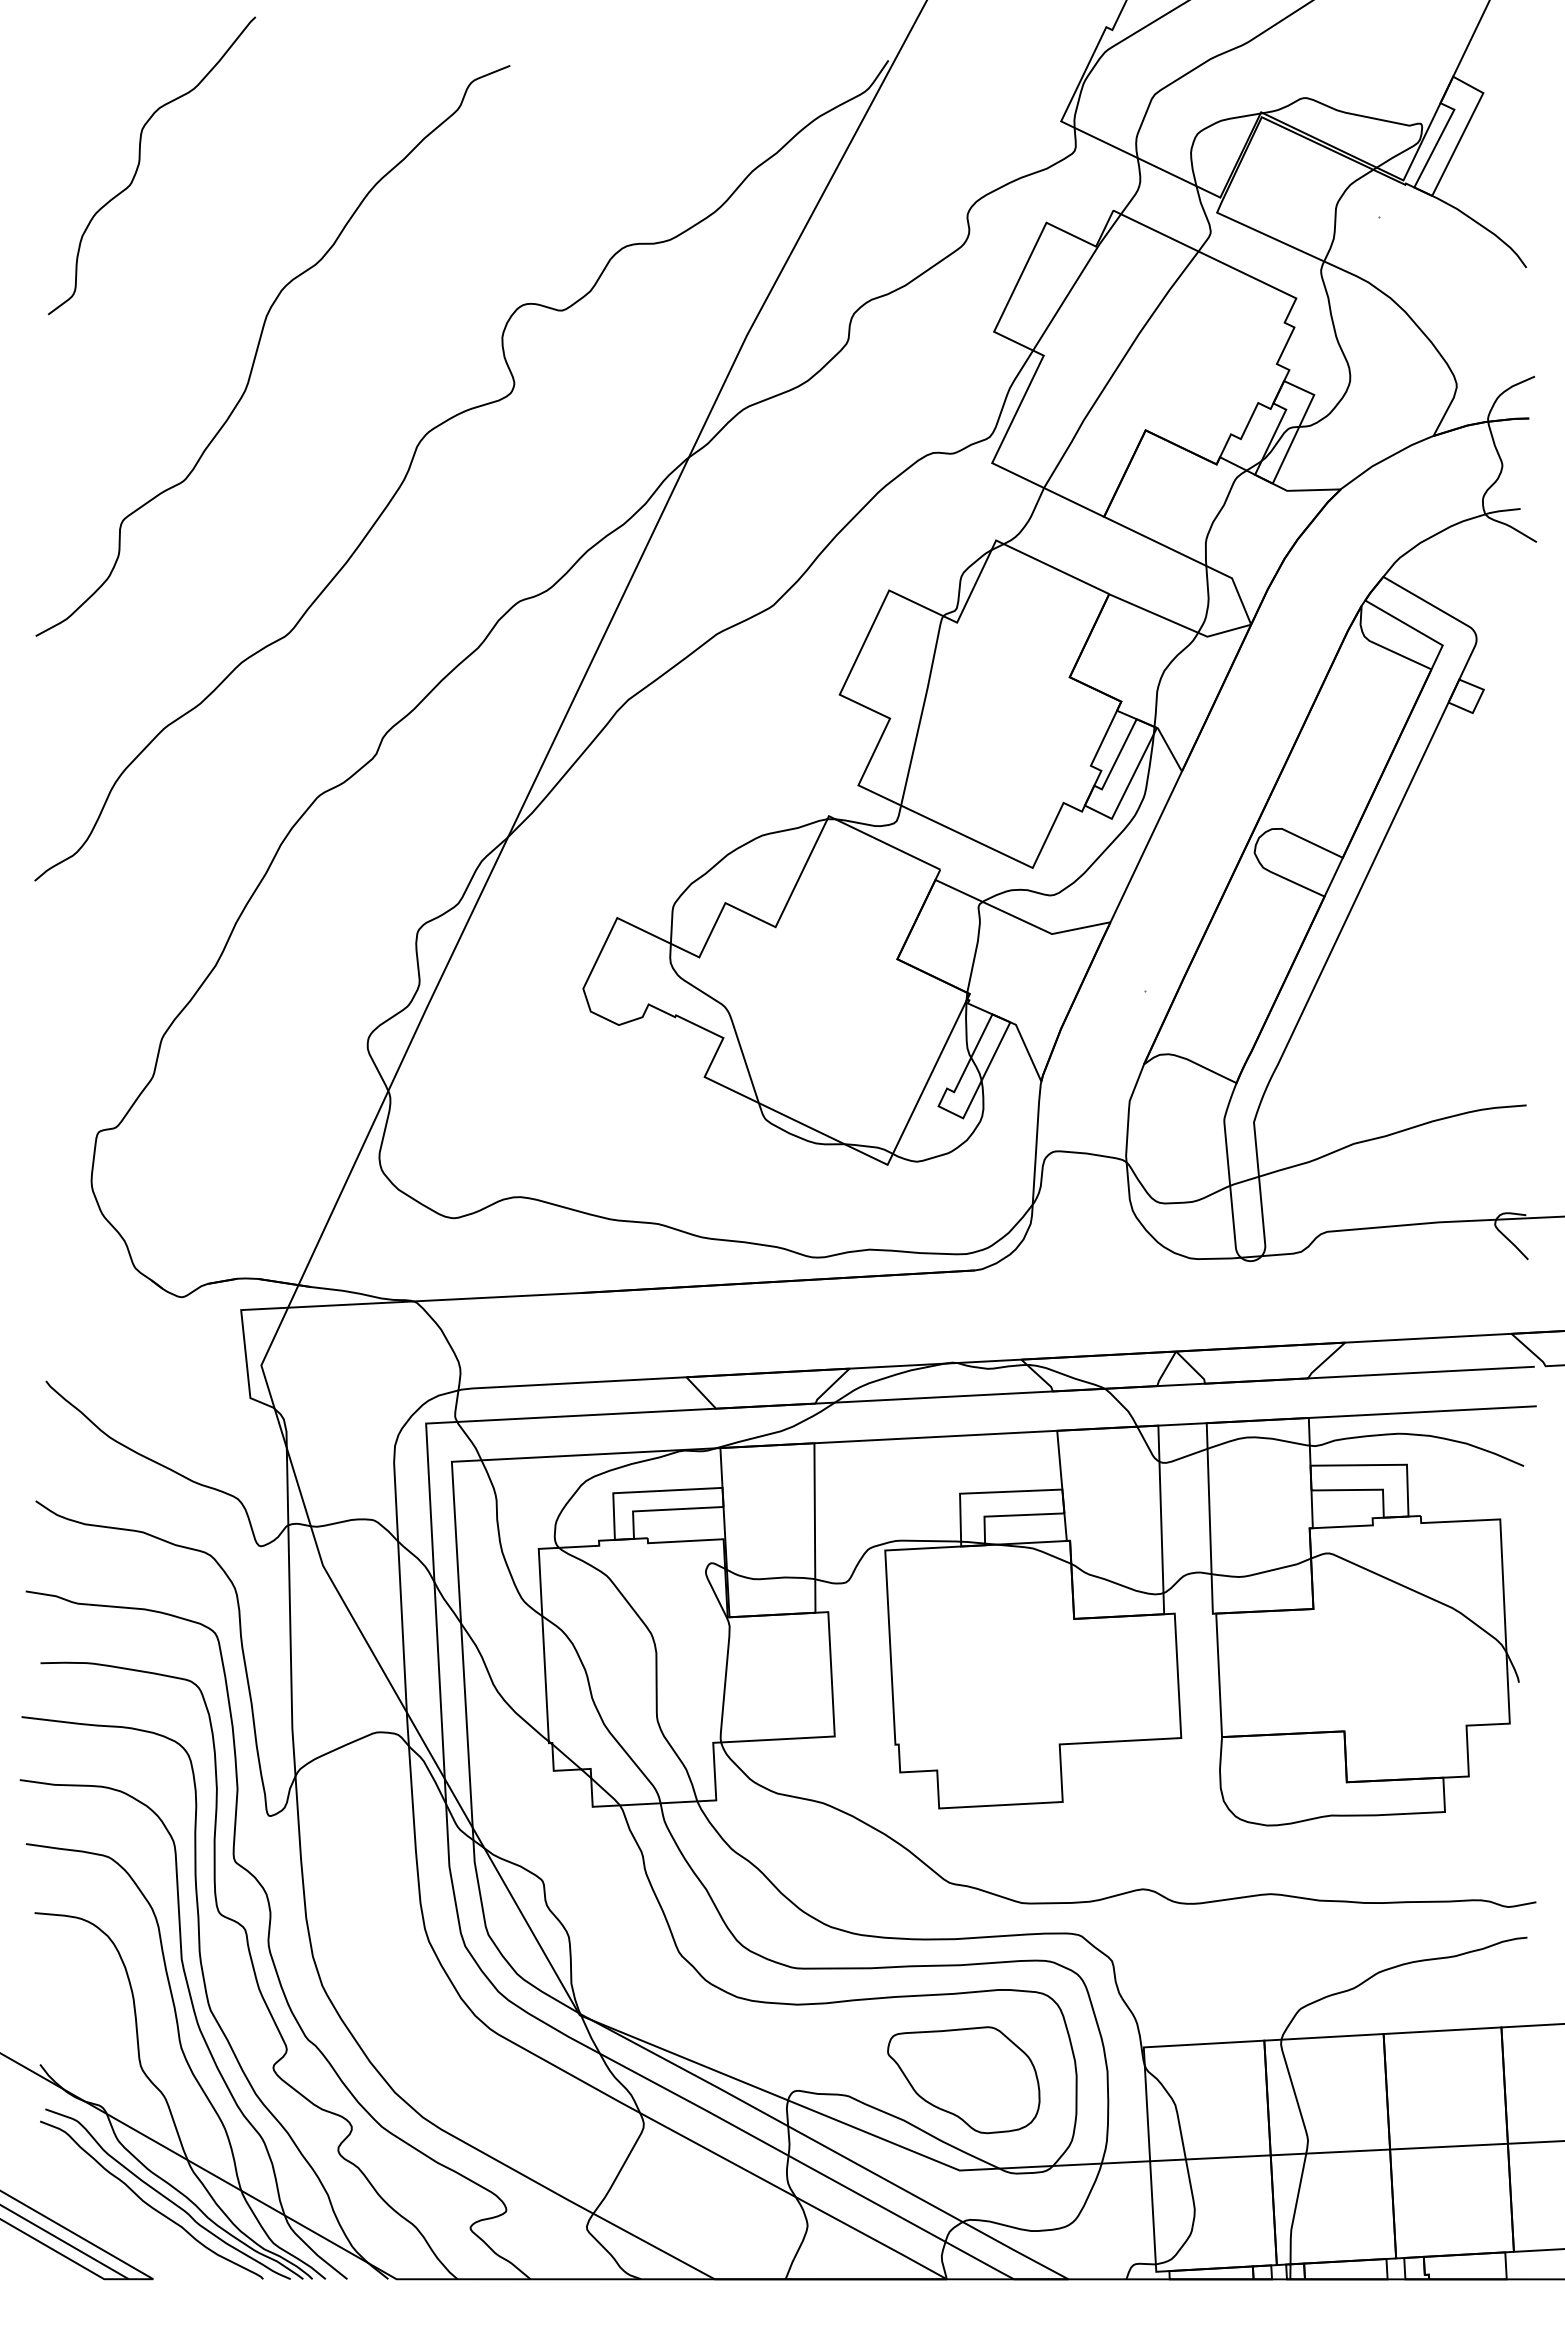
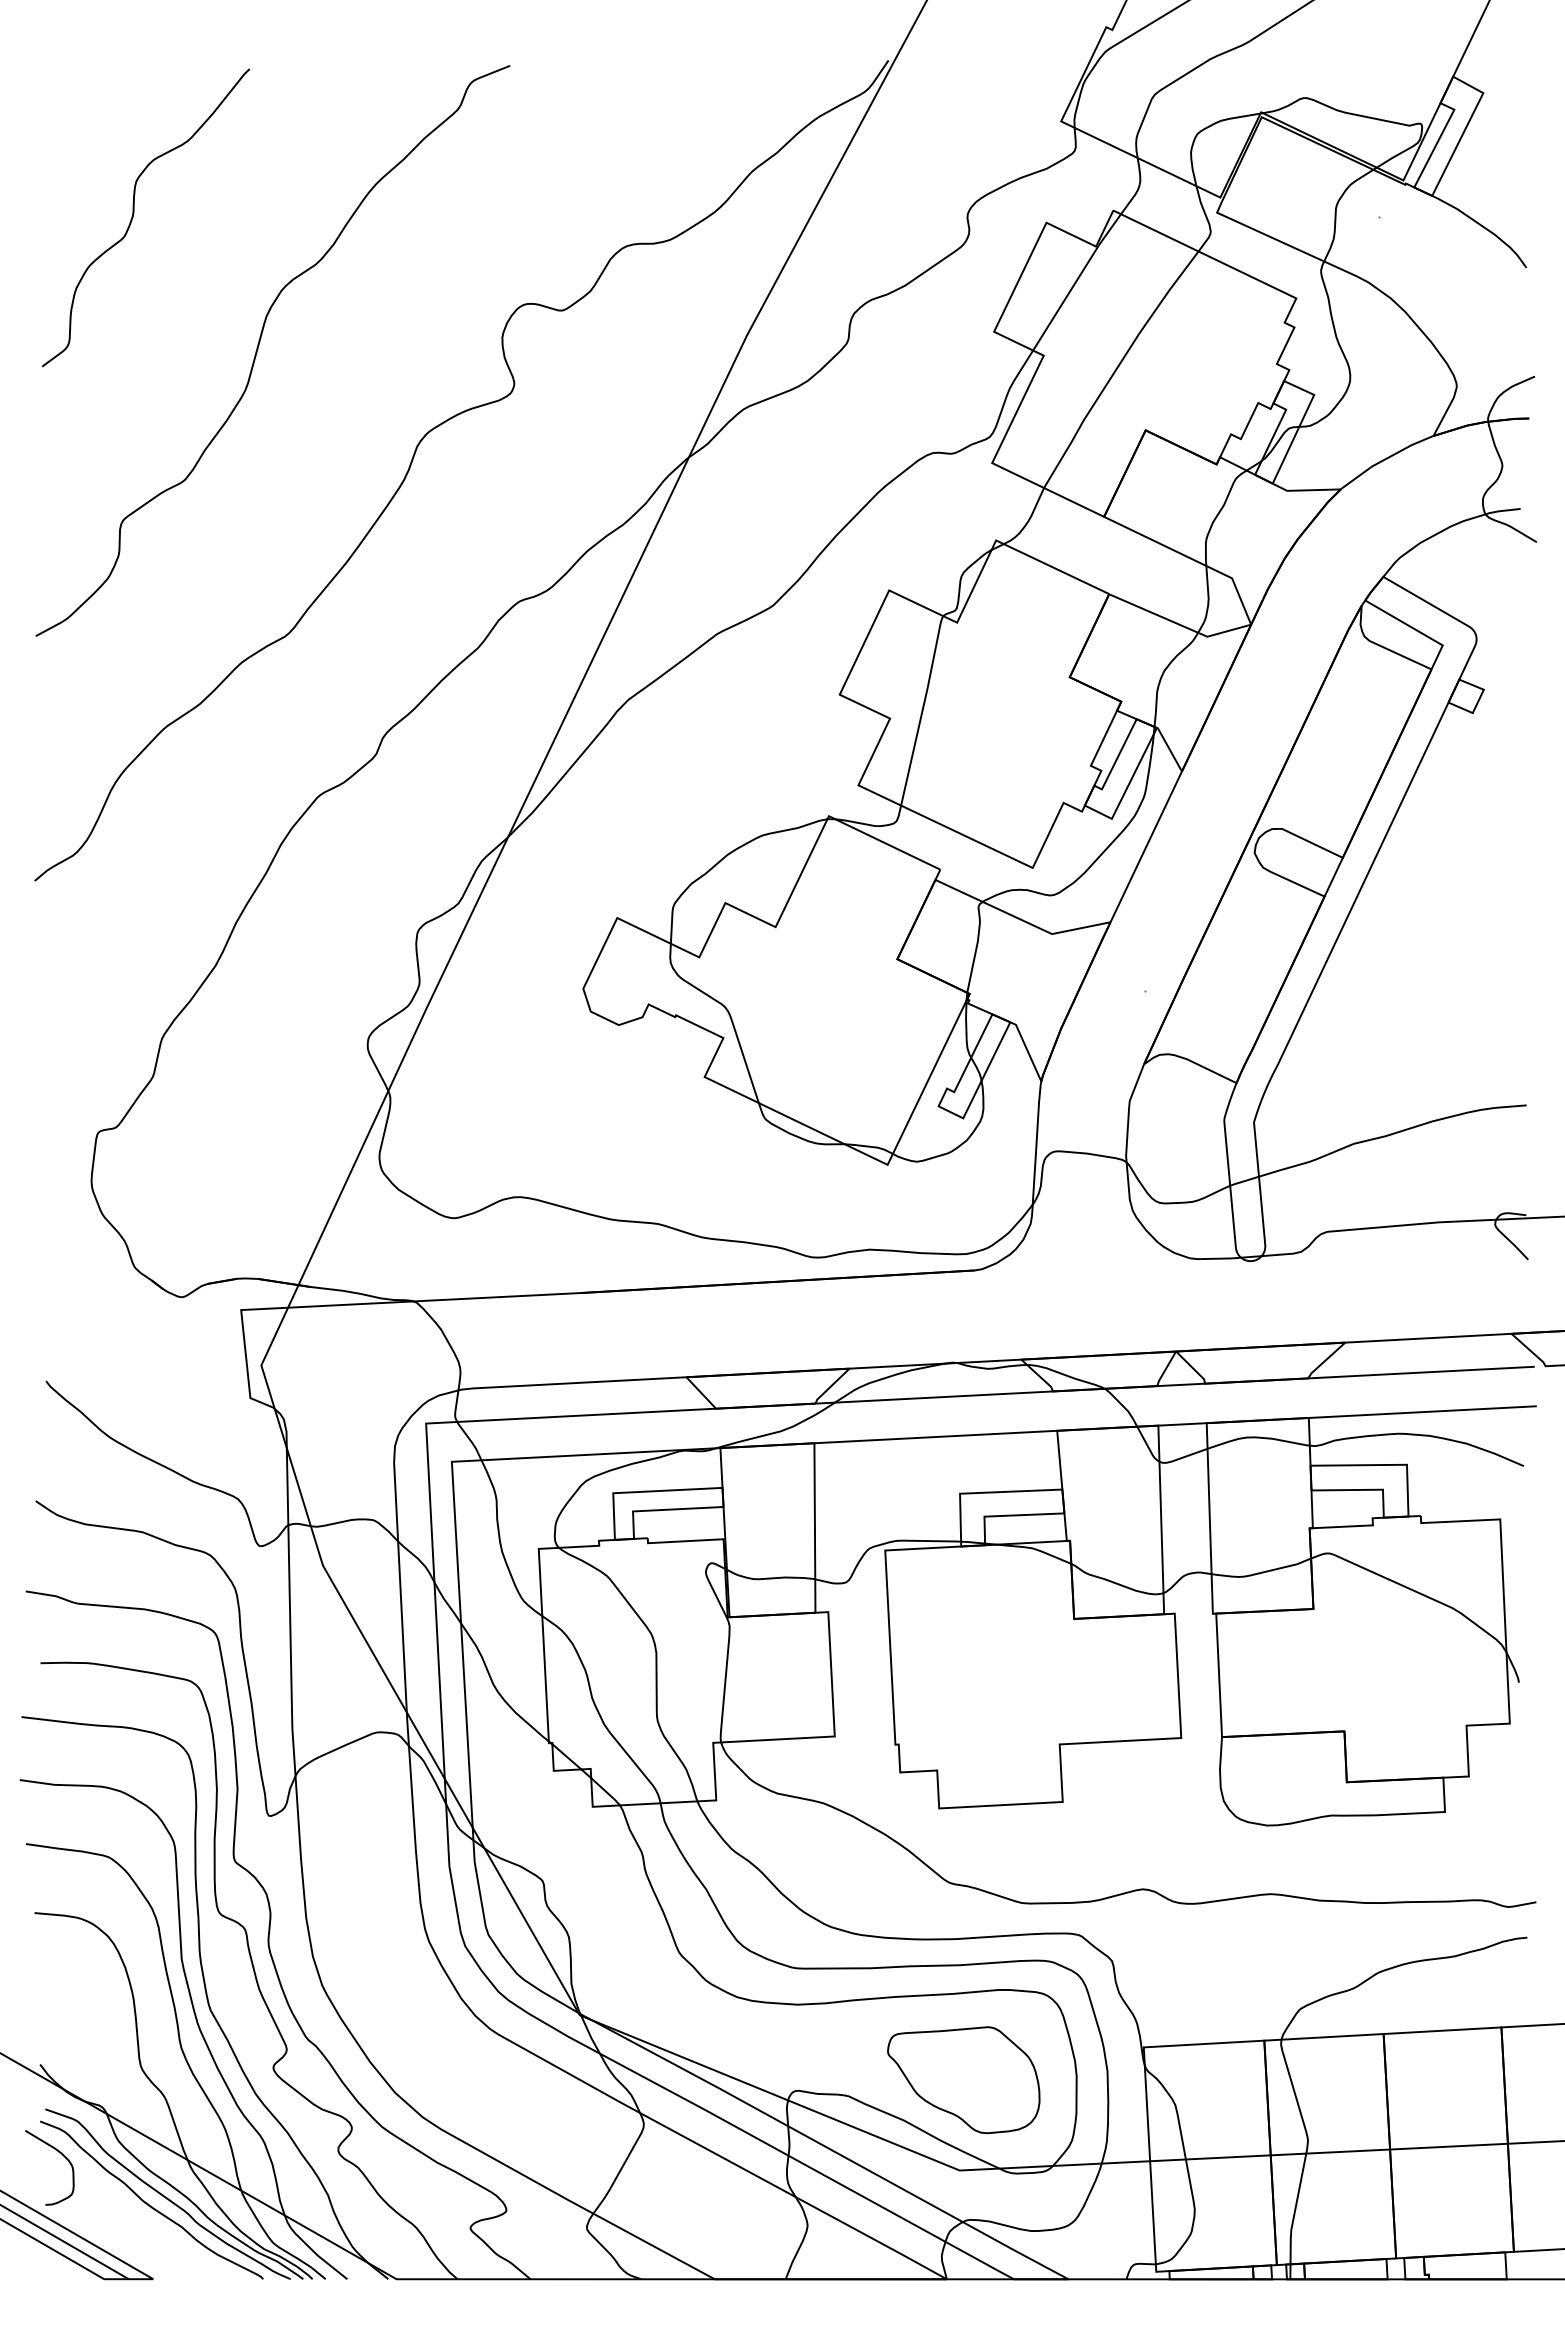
curve at (140, 161) position: (140, 161) -> (134, 213)
curve at (59, 2153): none -> present
